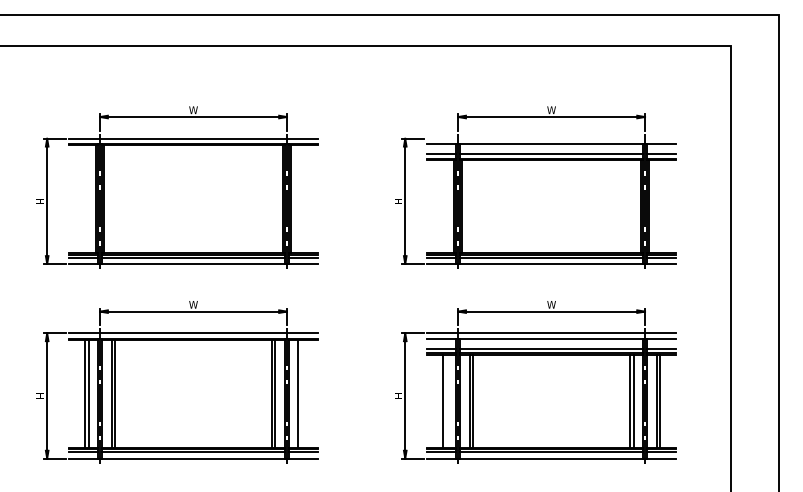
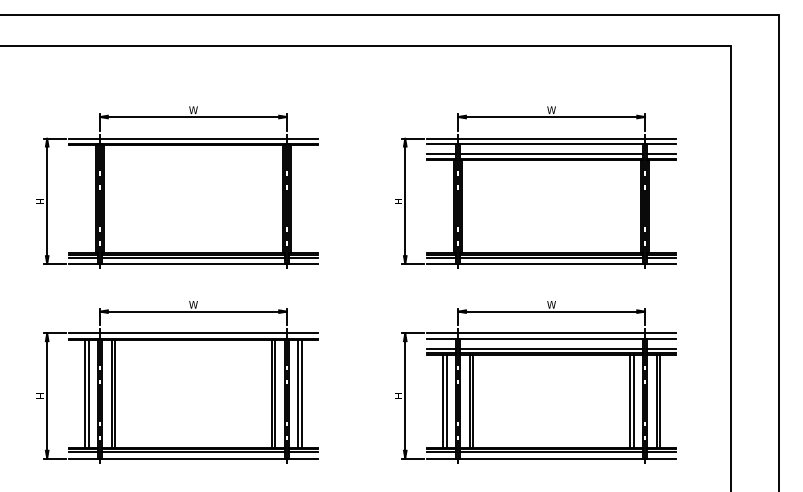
line at (551, 138): none -> present
line at (302, 394): none -> present
line at (446, 401): none -> present
